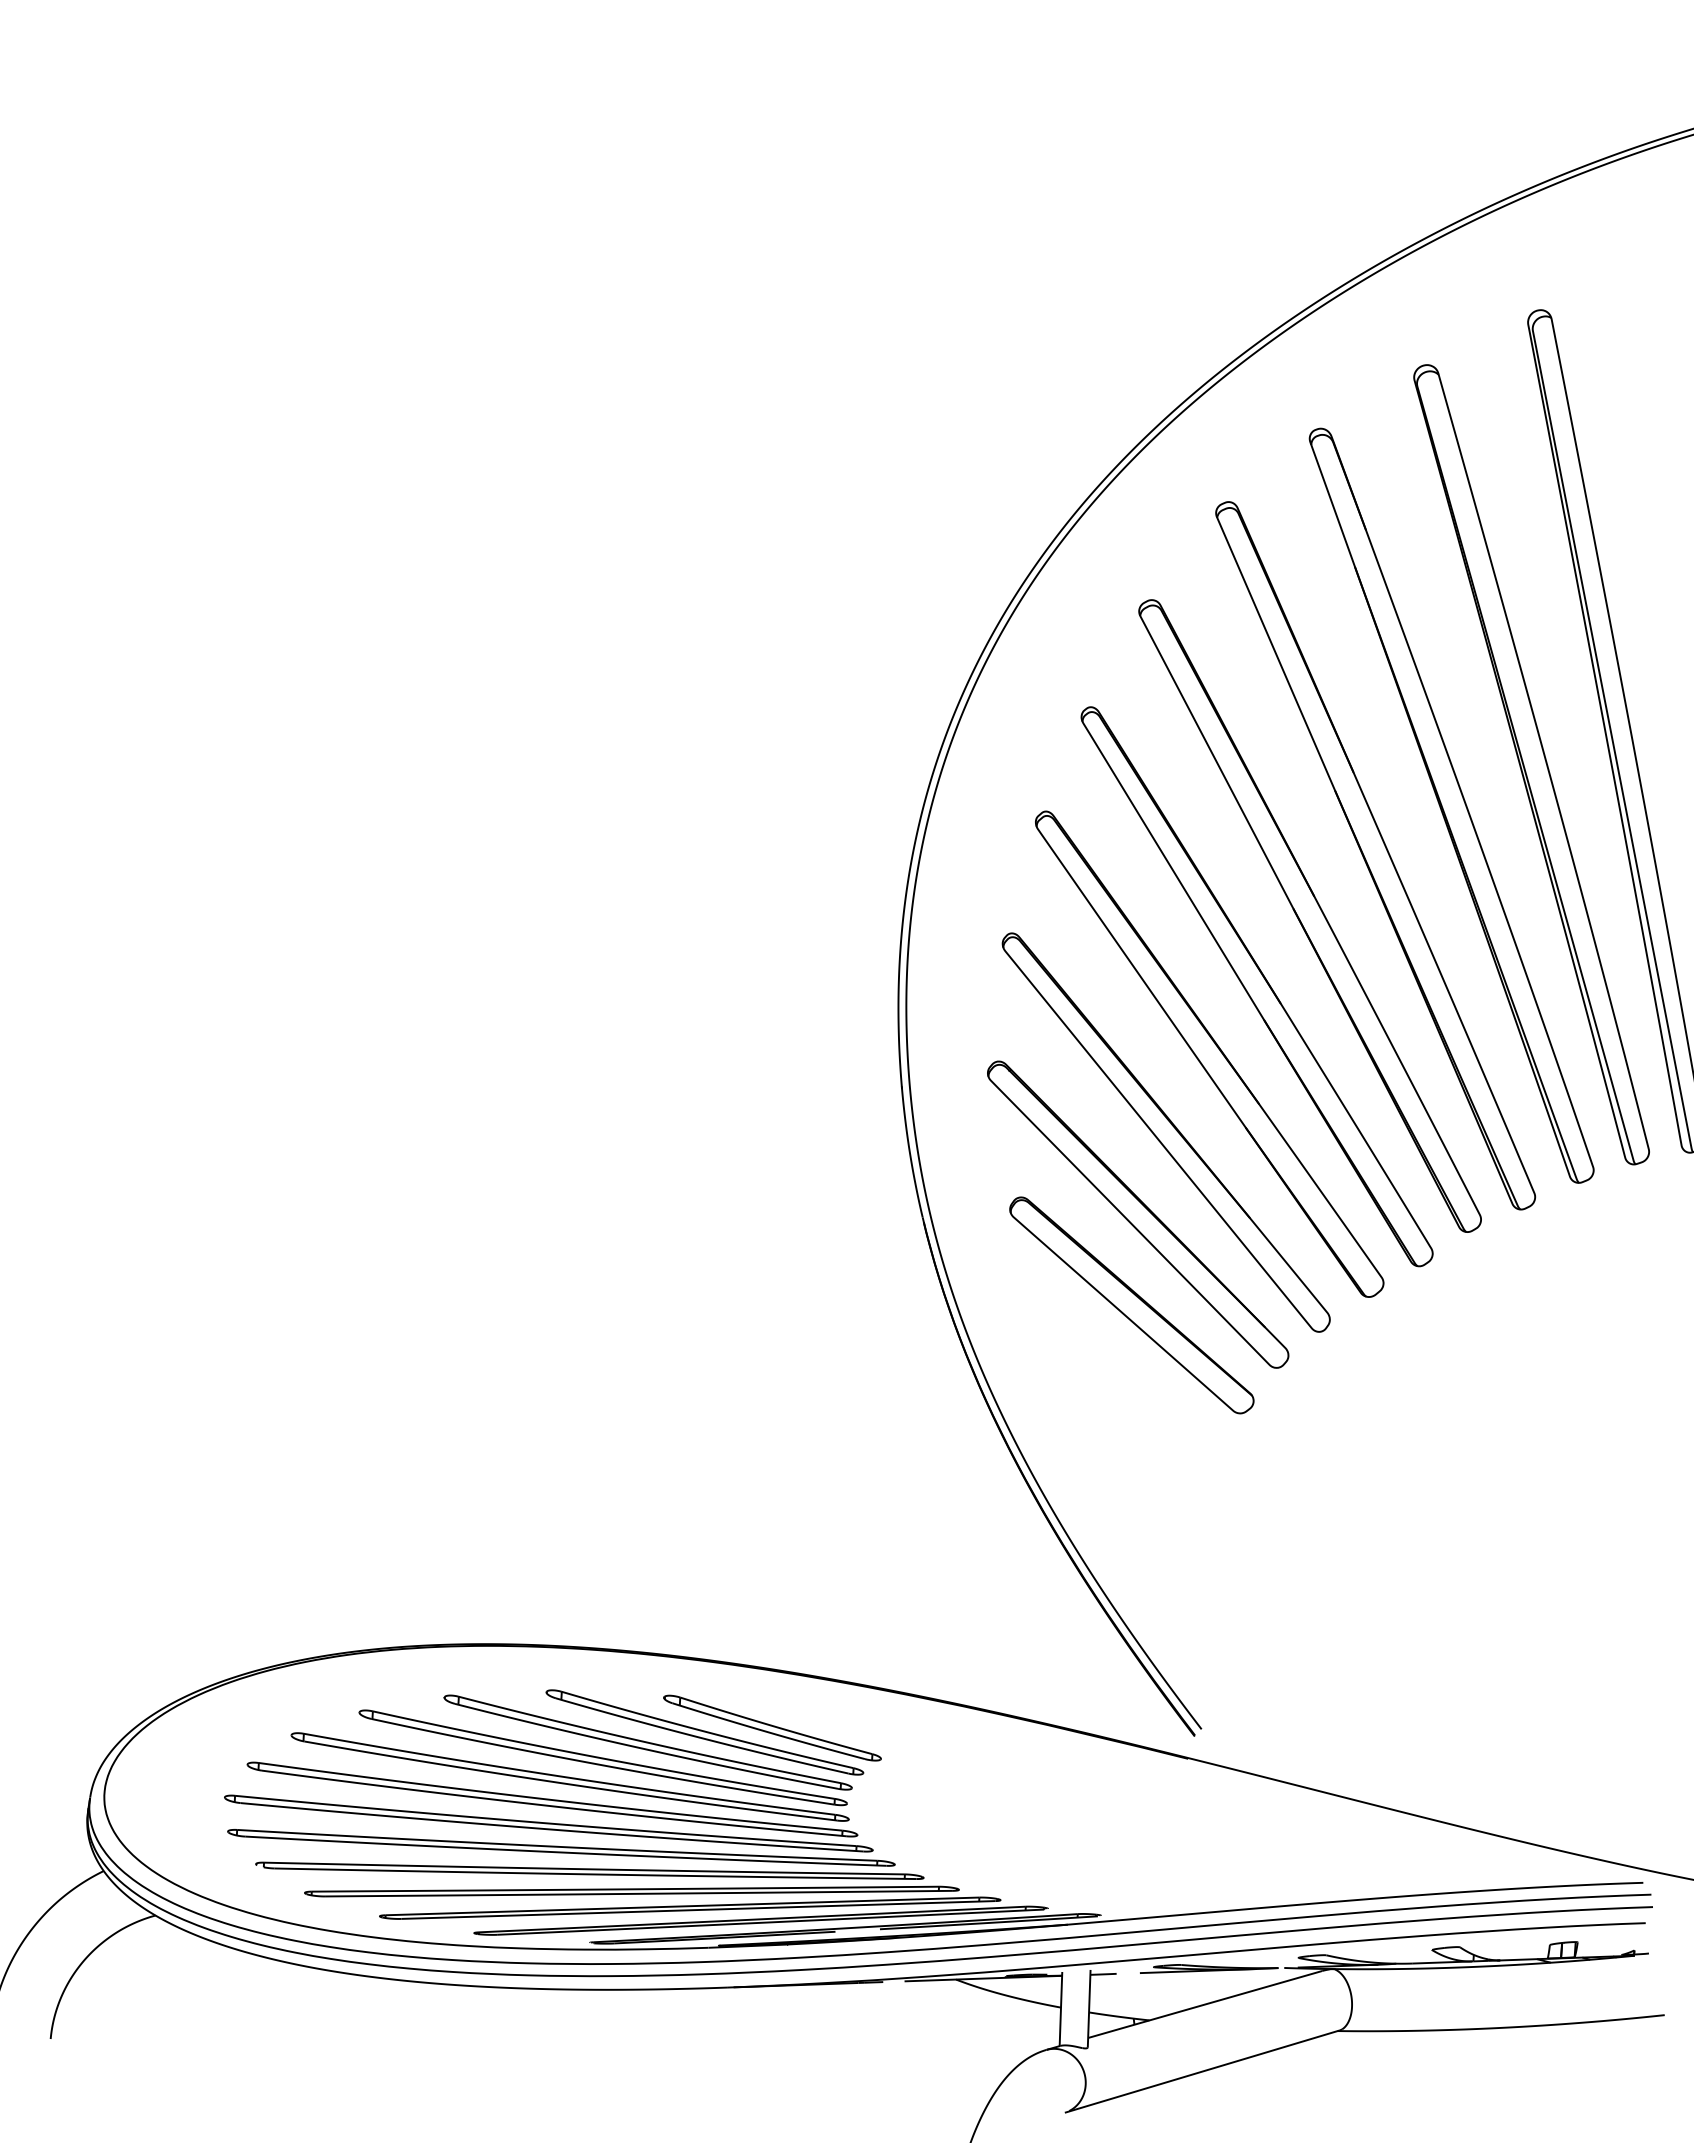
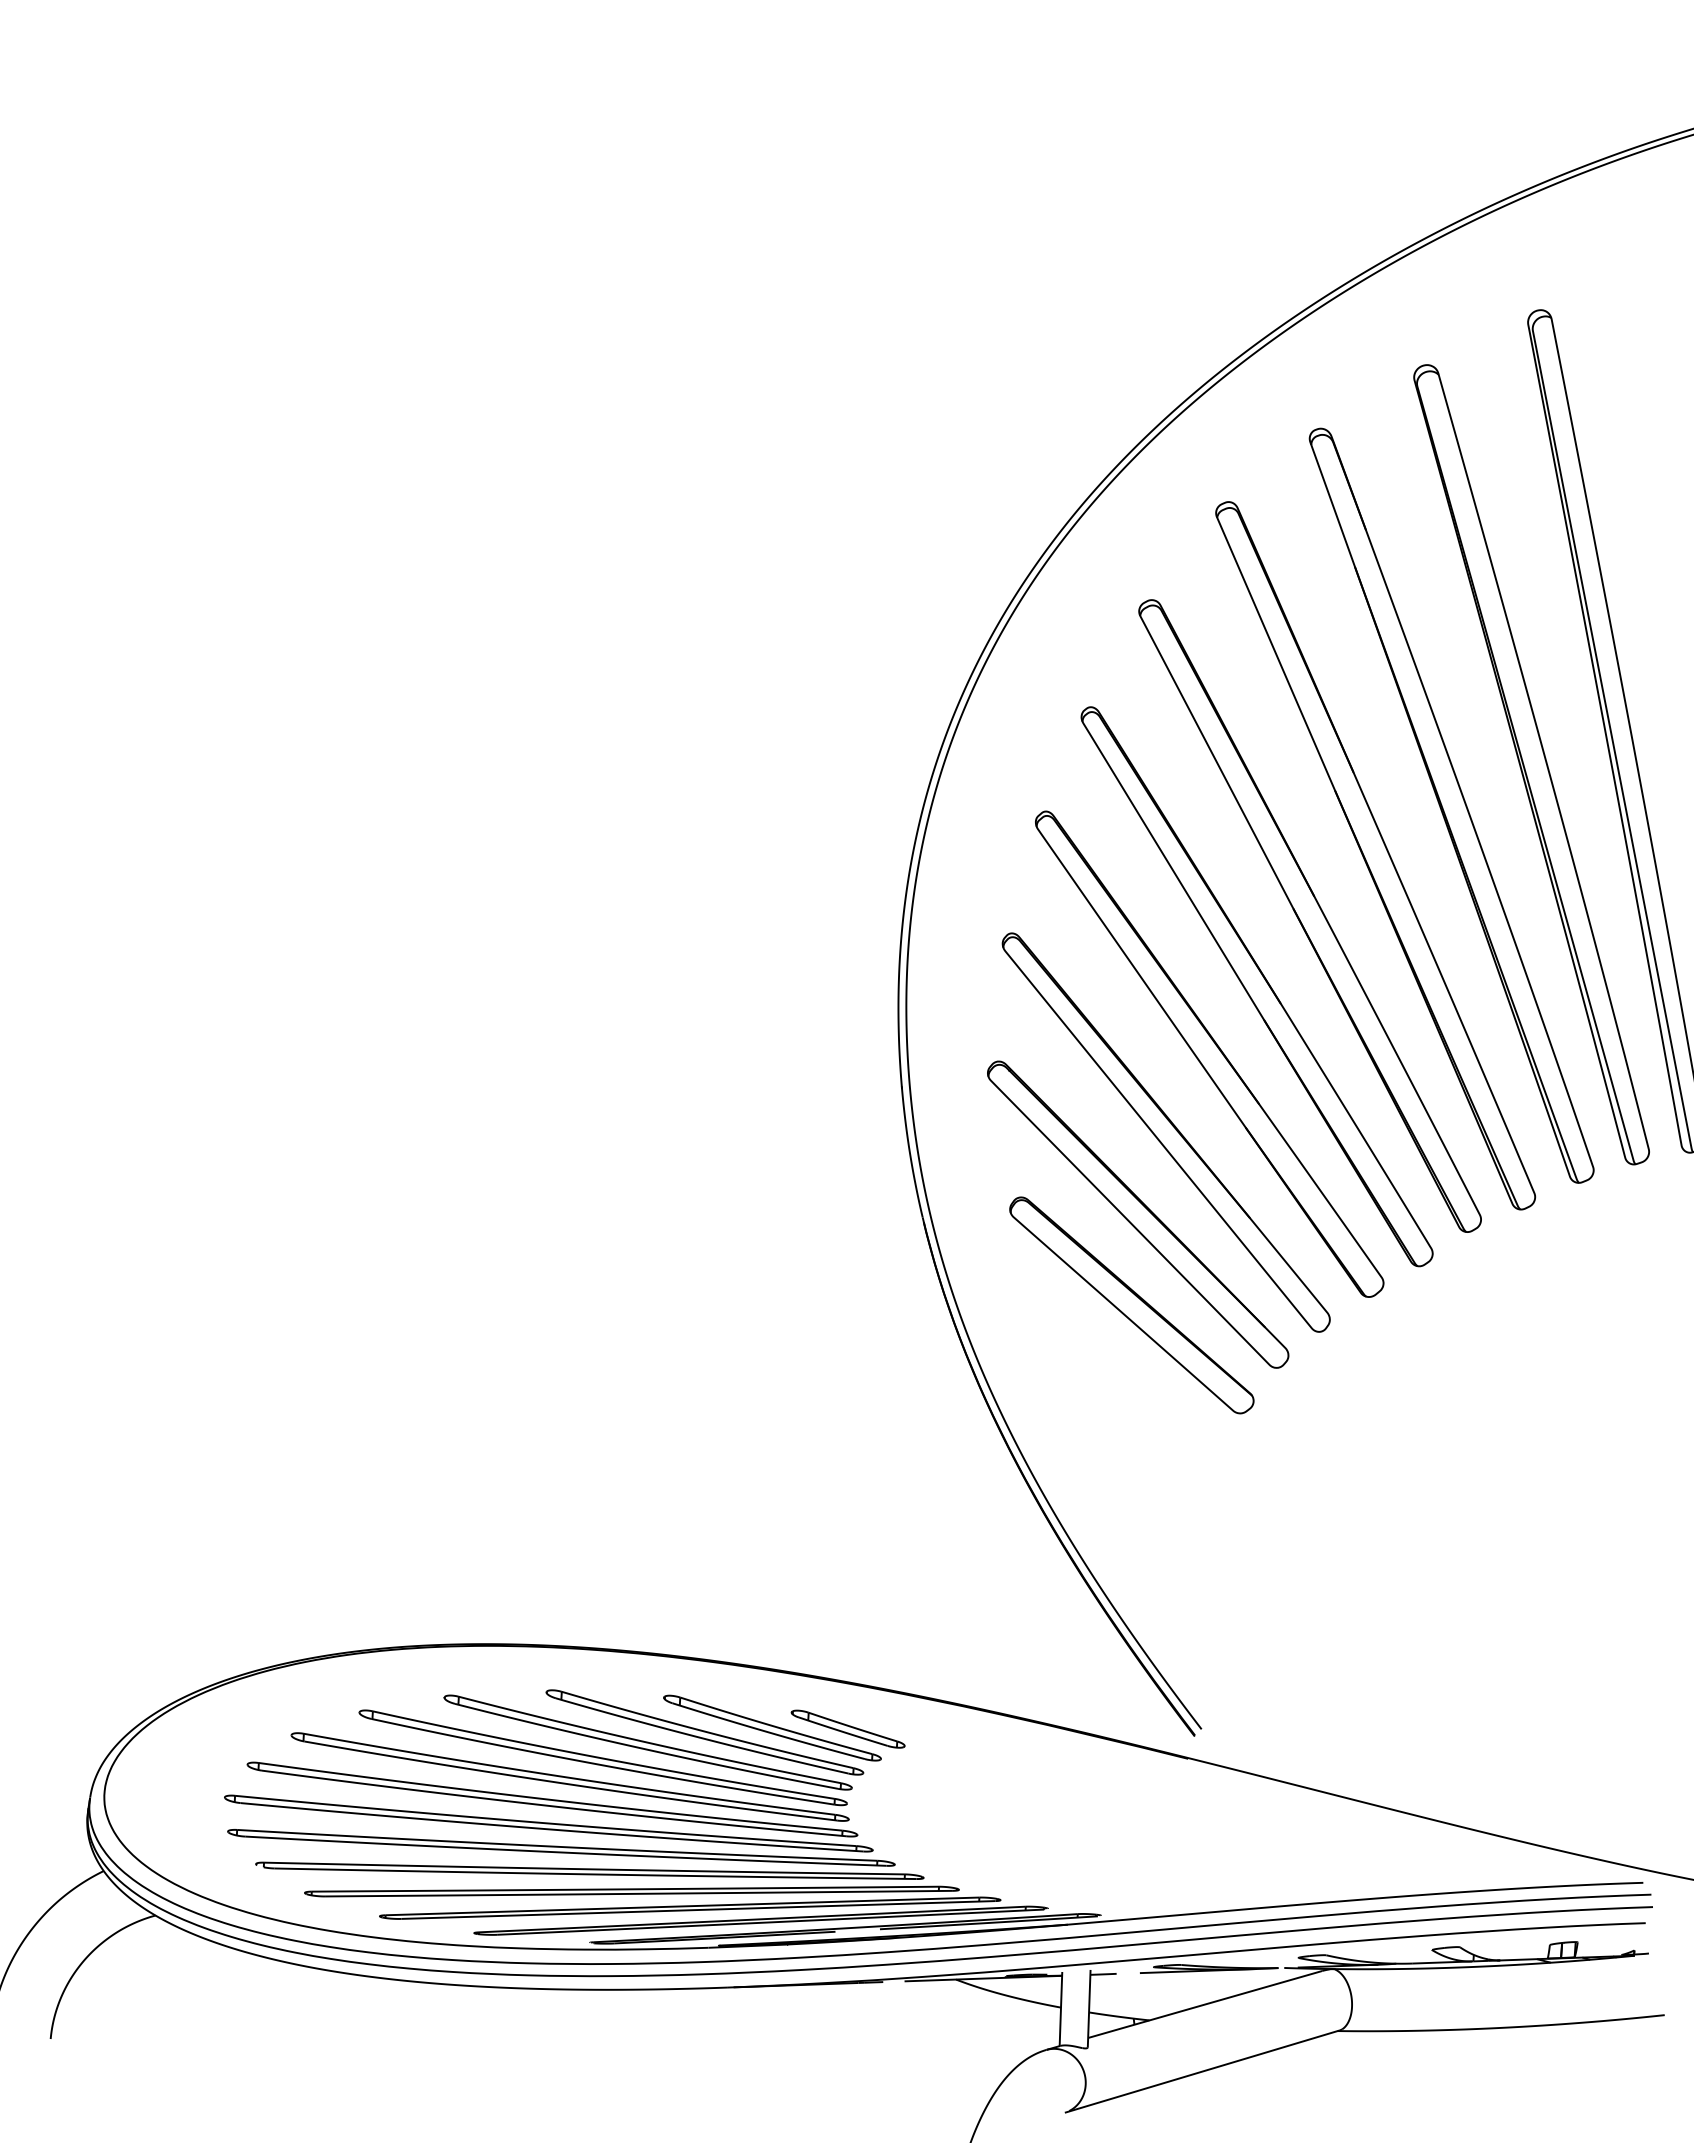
part at (847, 1728): none -> present
